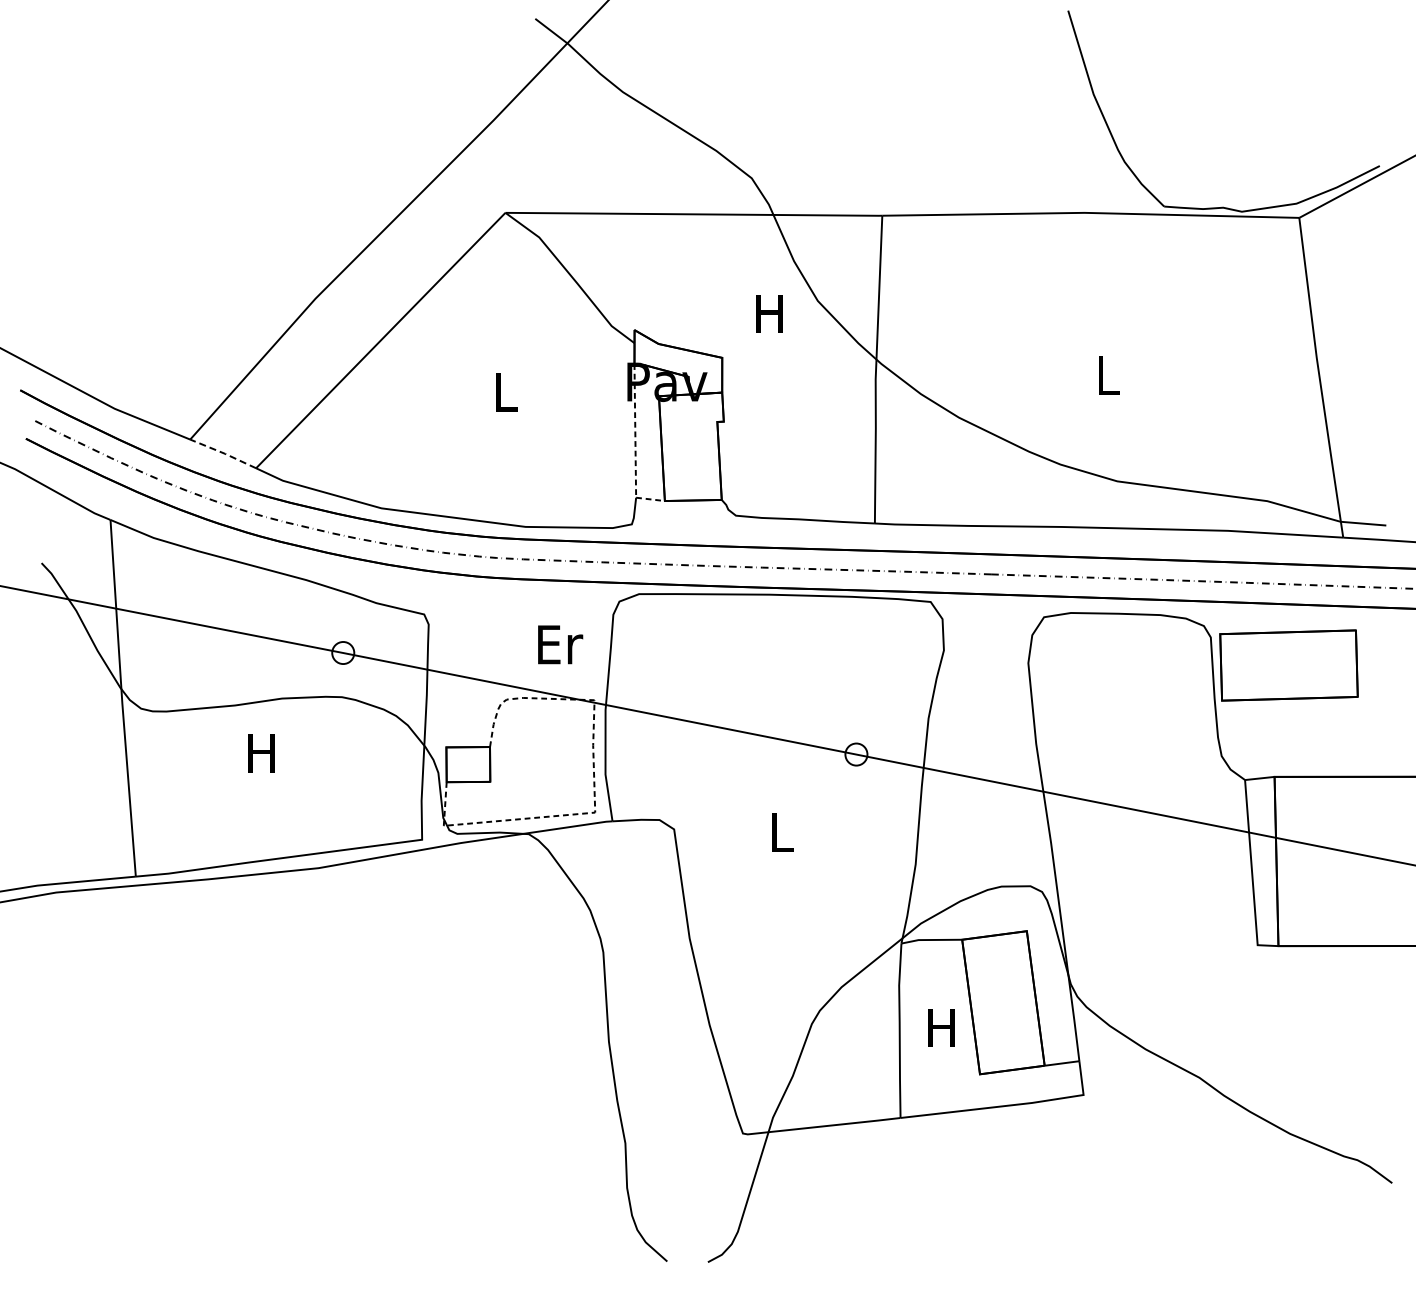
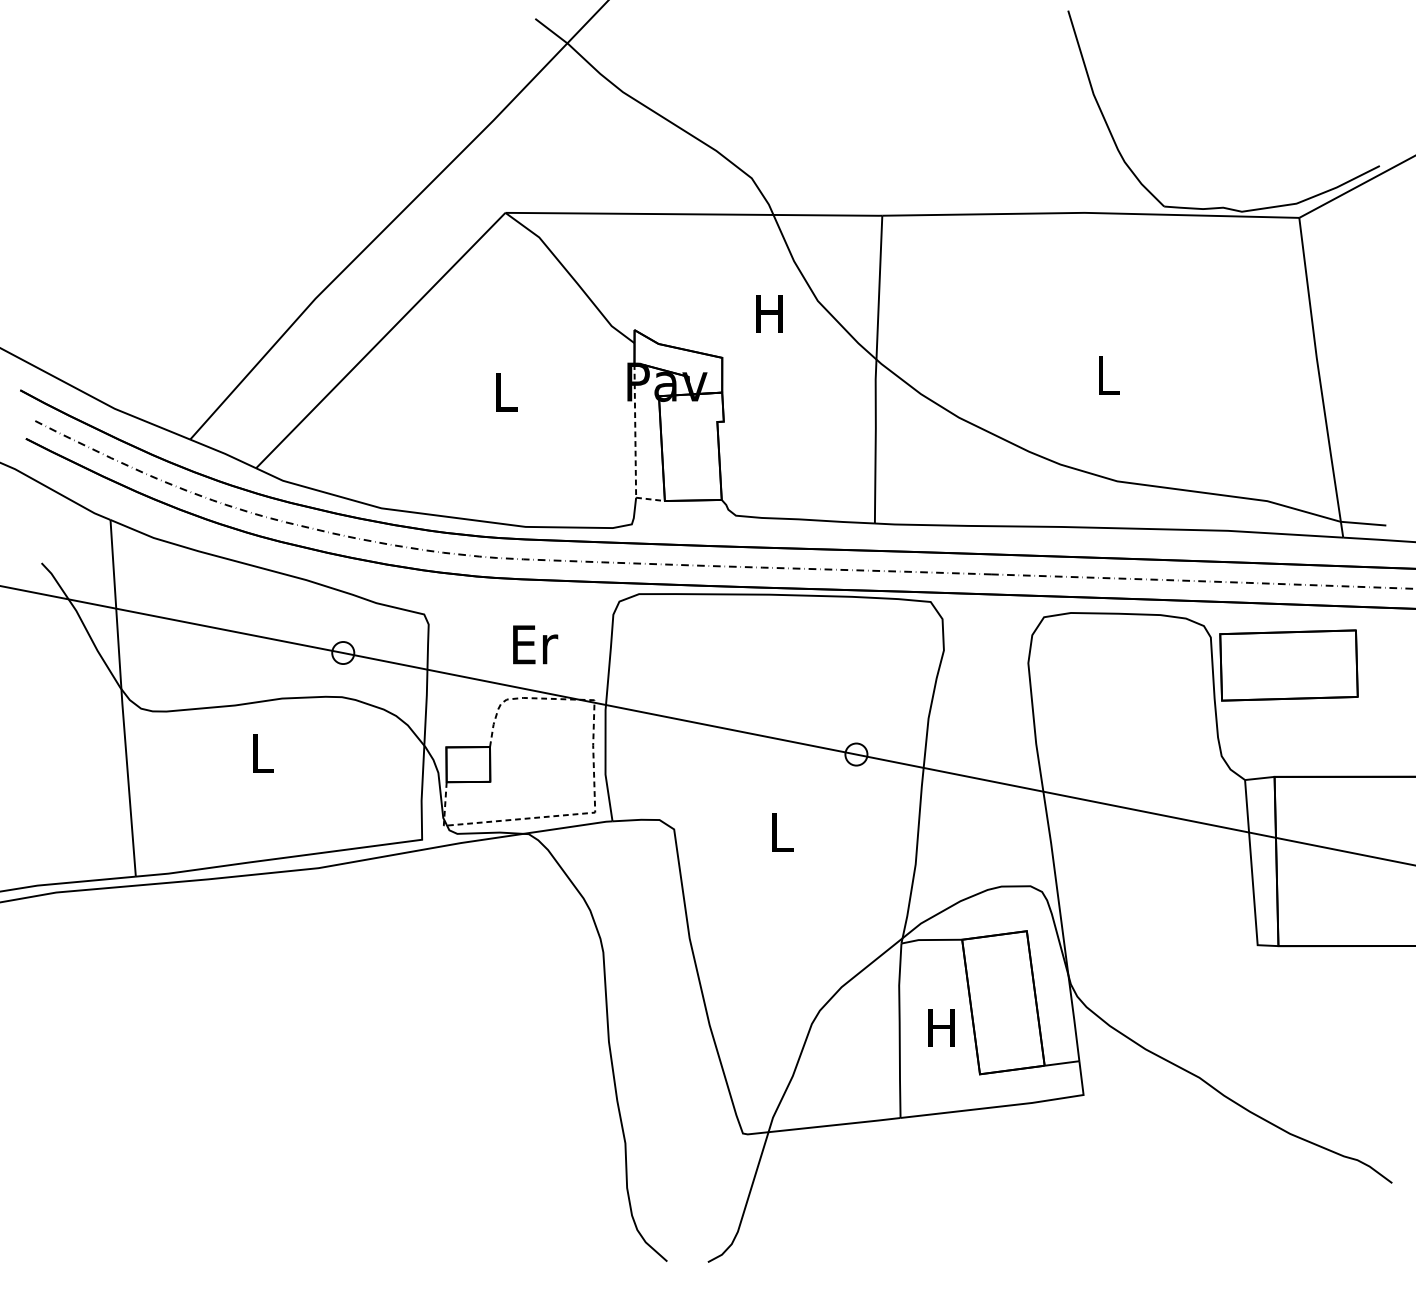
line at (224, 453): dashed -> solid
text at (560, 644) position: (560, 644) -> (535, 644)
text at (261, 753): H -> L
